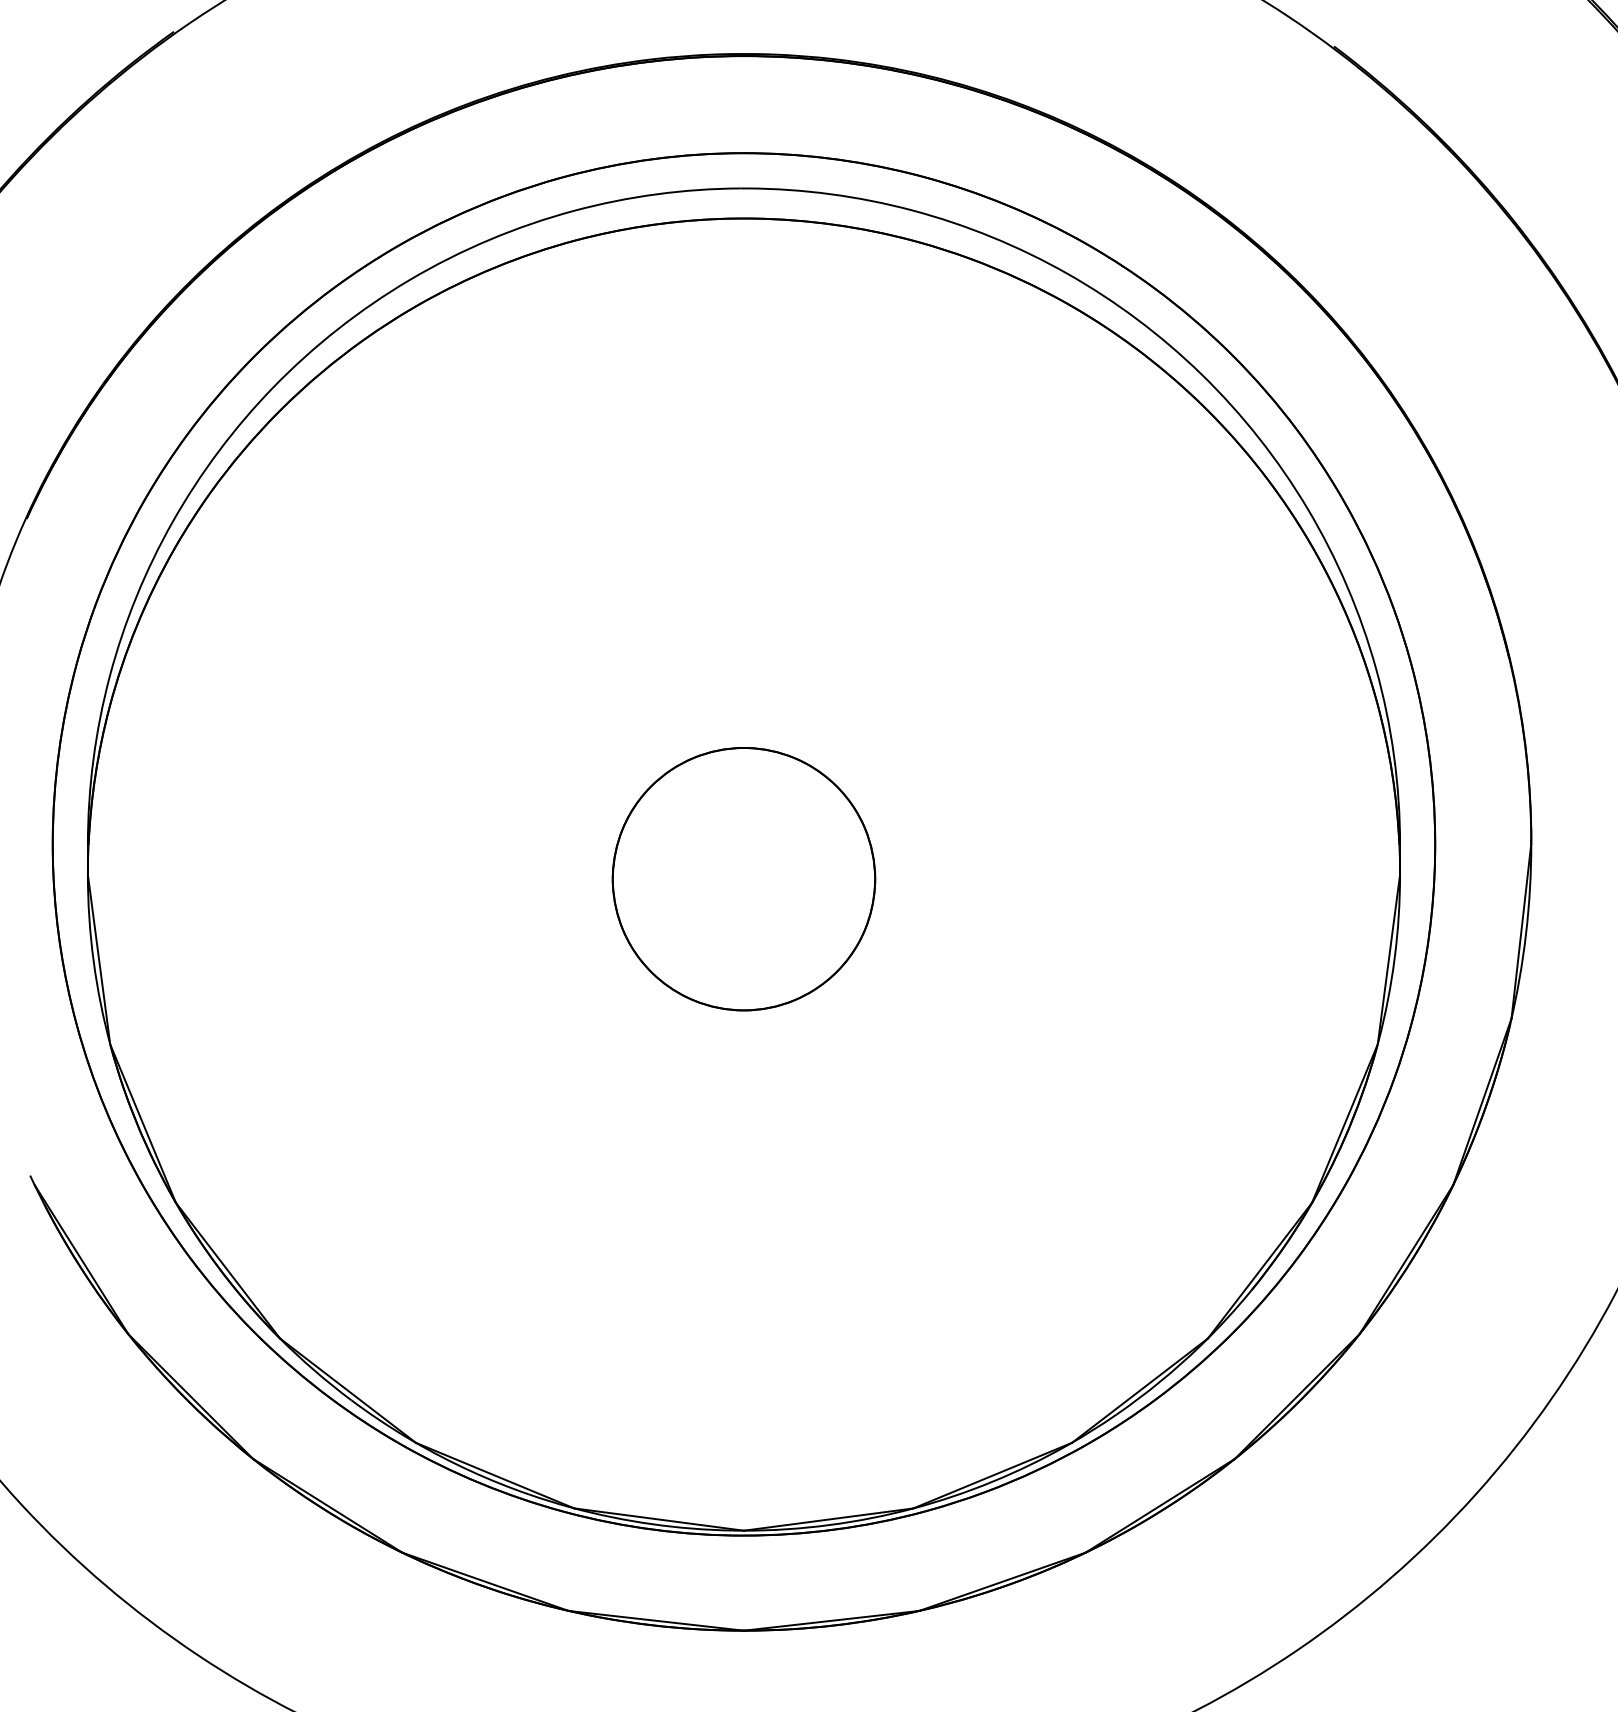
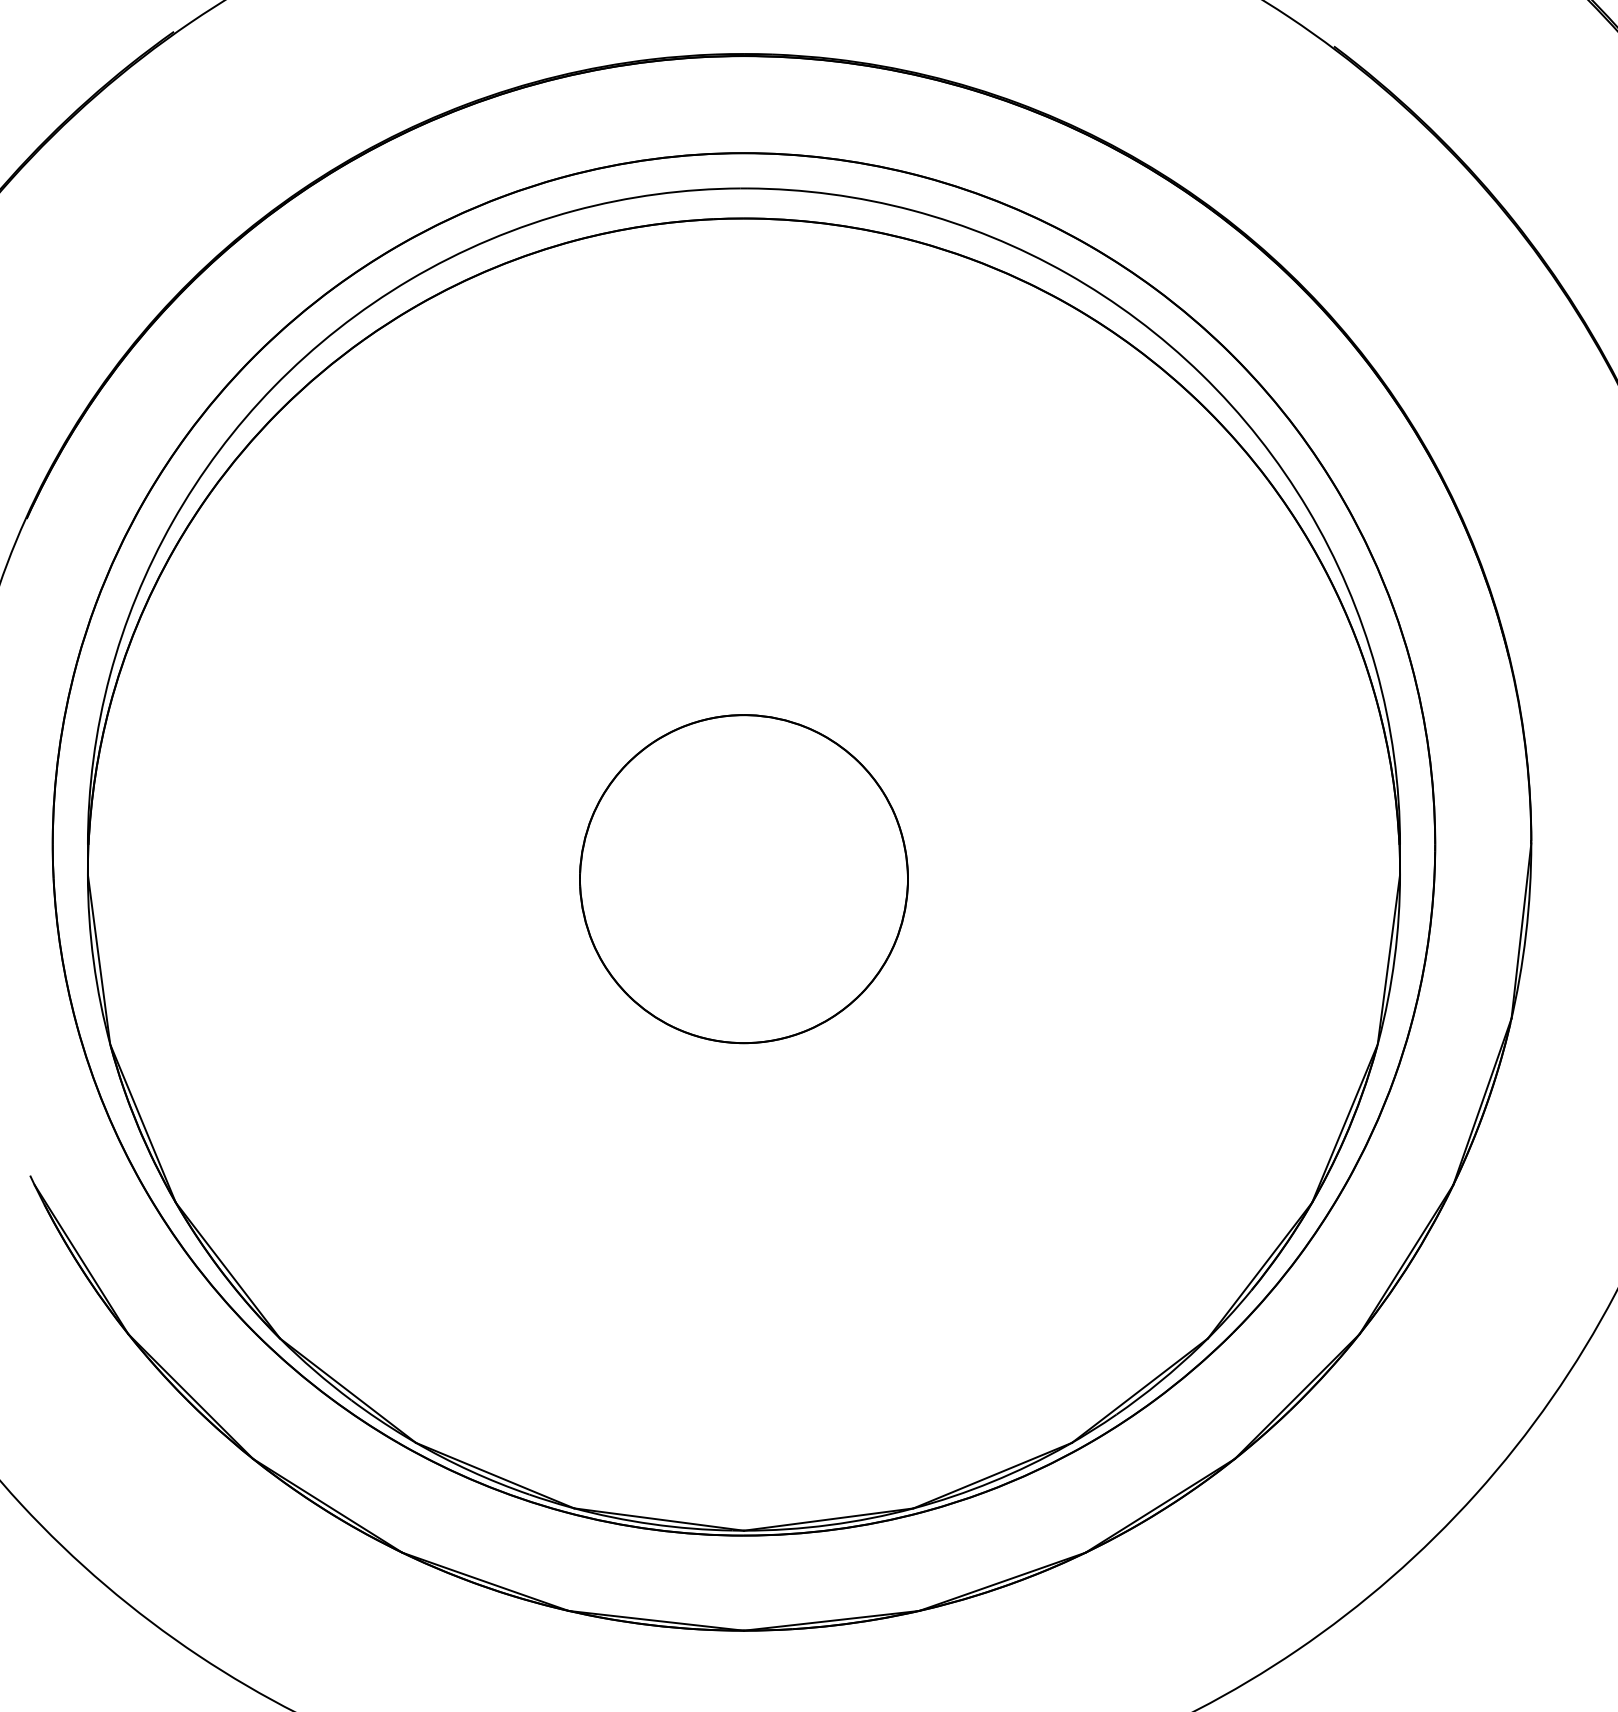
part at (743, 879) size: 266x265 px -> 330x331 px
